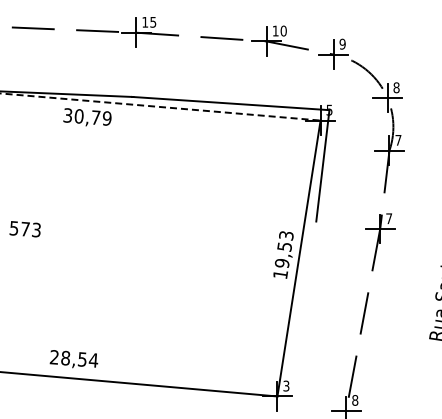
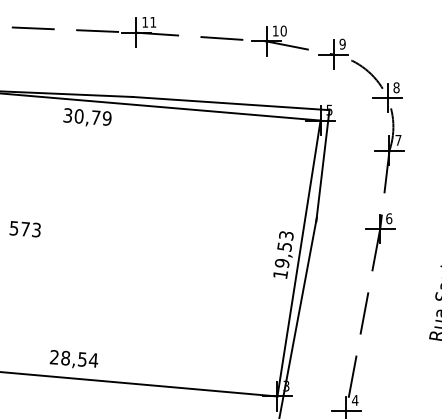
text at (153, 22): 15 -> 11
line at (160, 107): dashed -> solid
text at (389, 218): 7 -> 6
line at (297, 316): none -> present
text at (354, 400): 8 -> 4
